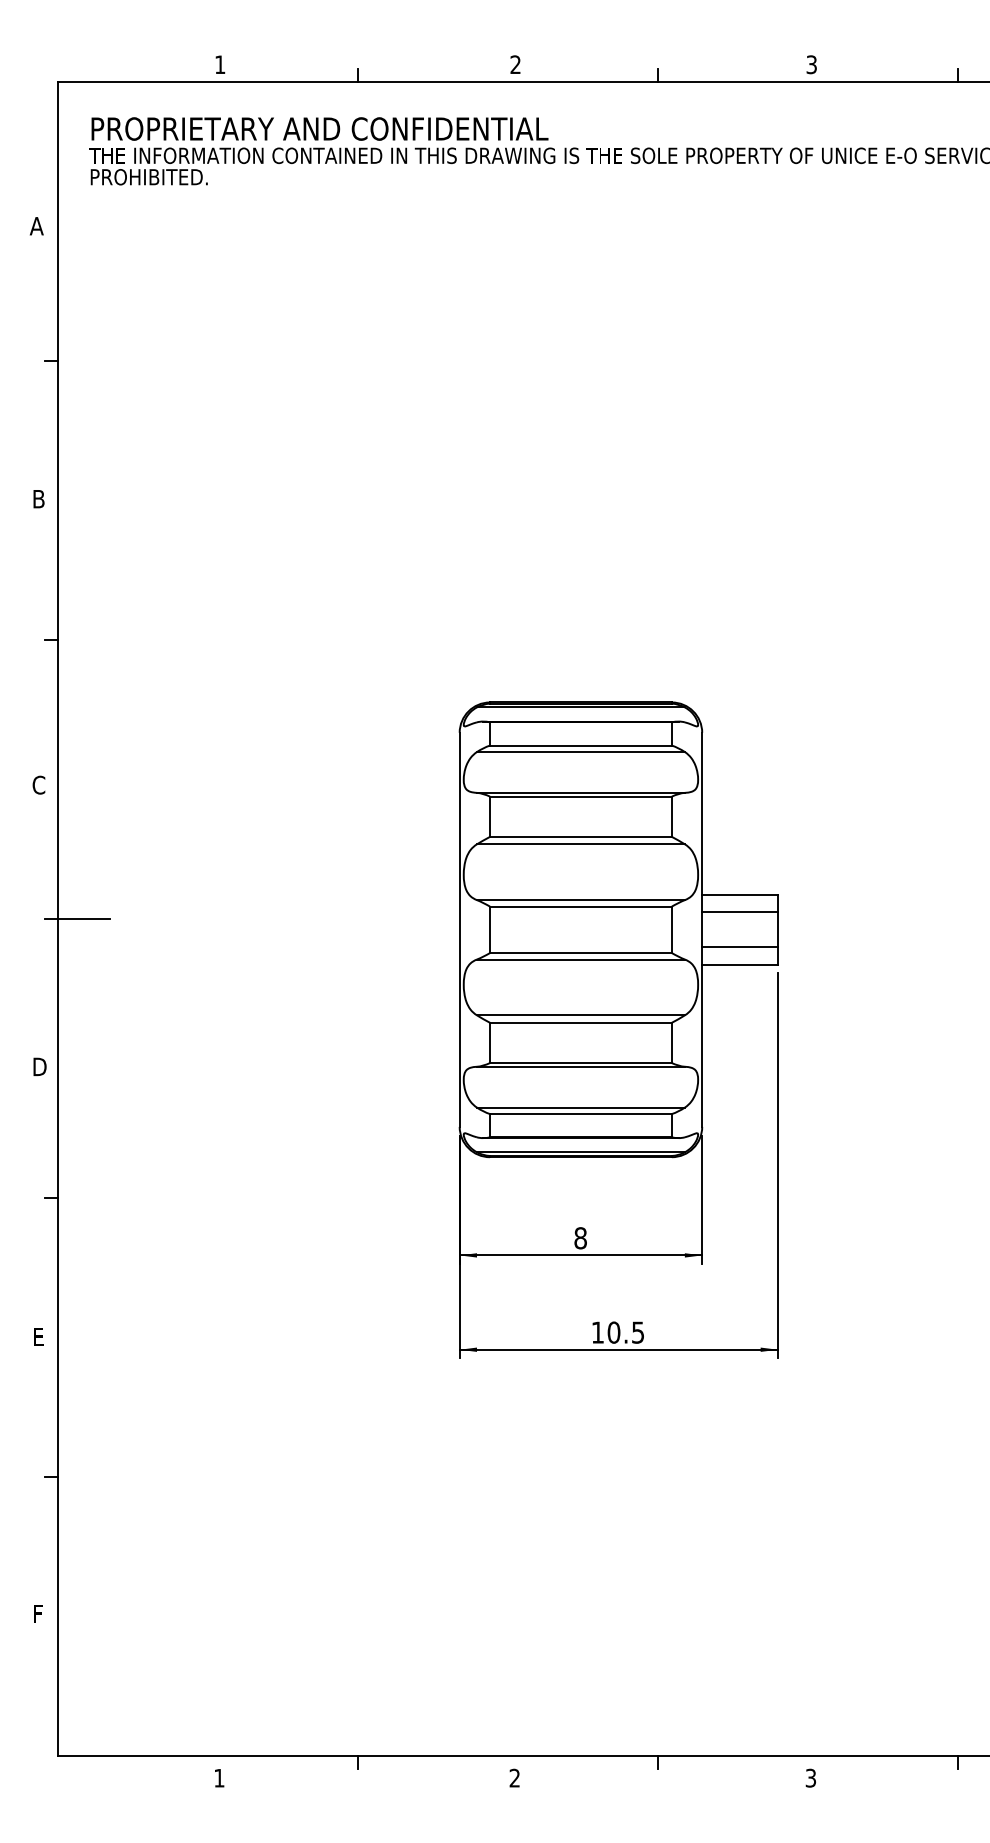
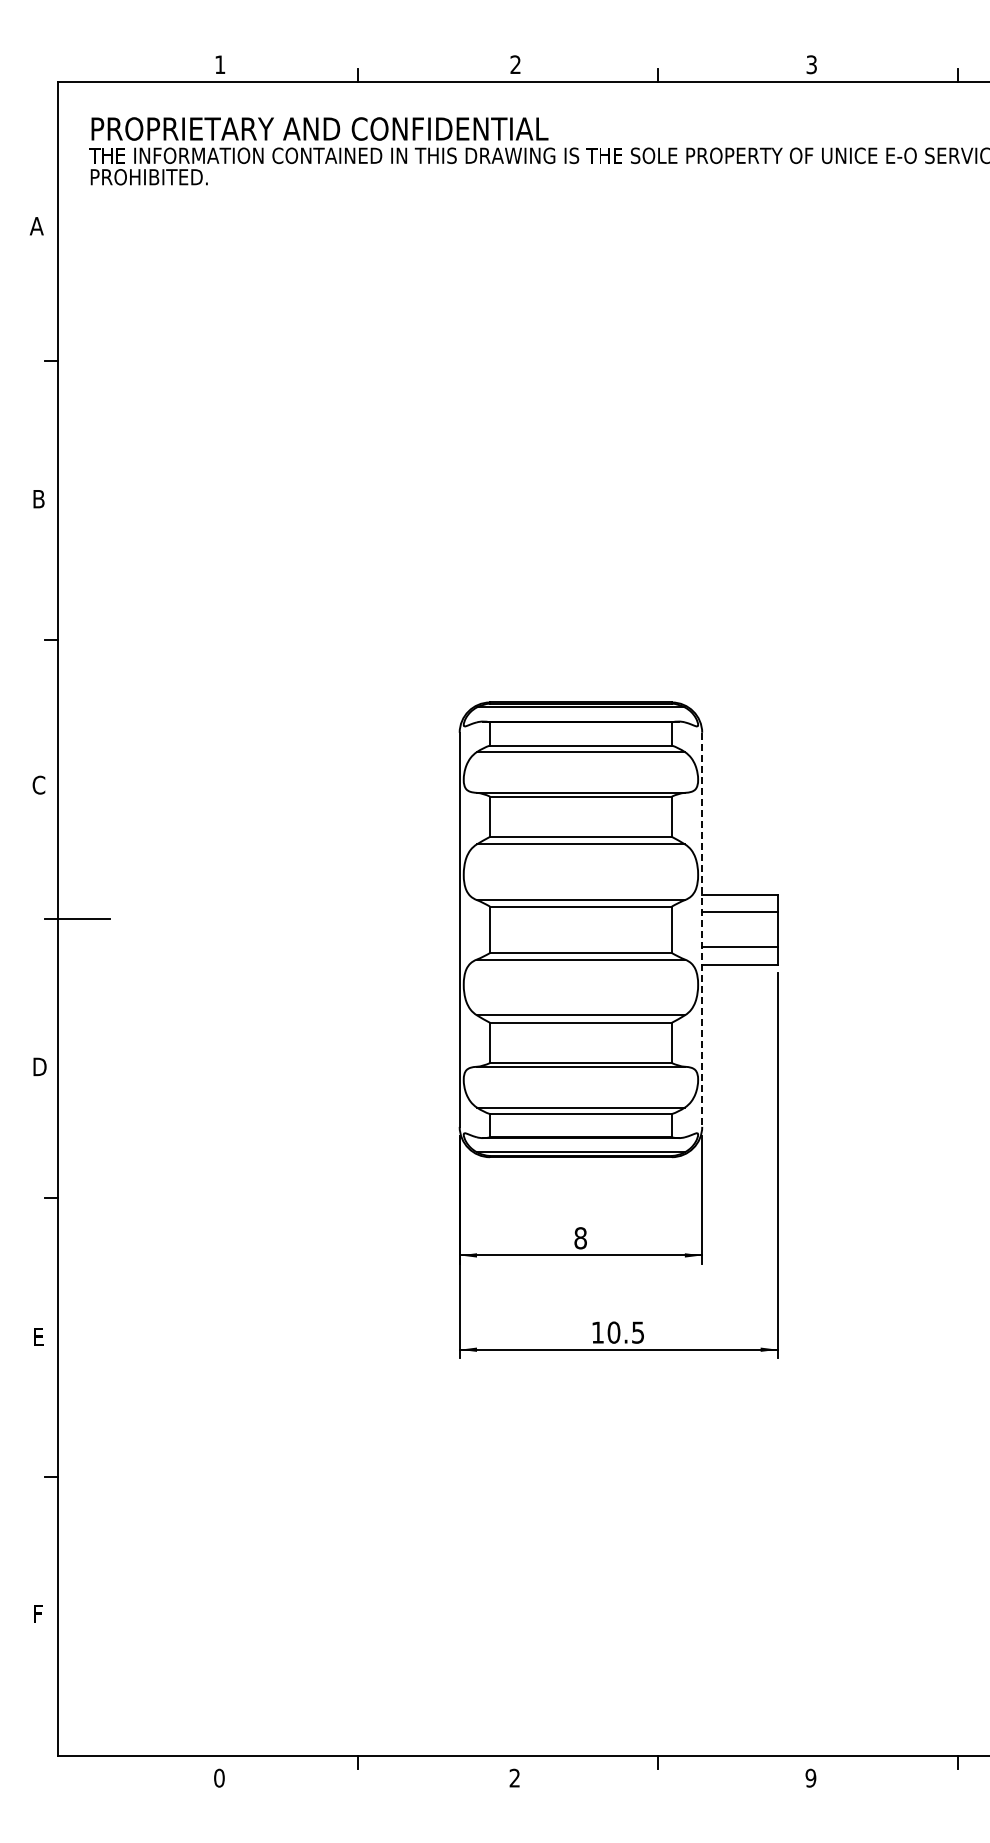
line at (702, 930): solid -> dashed
text at (219, 1777): 1 -> 0
text at (810, 1777): 3 -> 9
